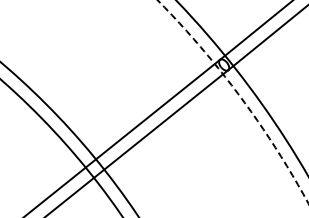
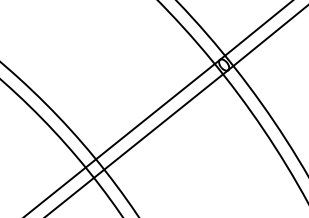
circle at (232, 101): dashed -> solid
